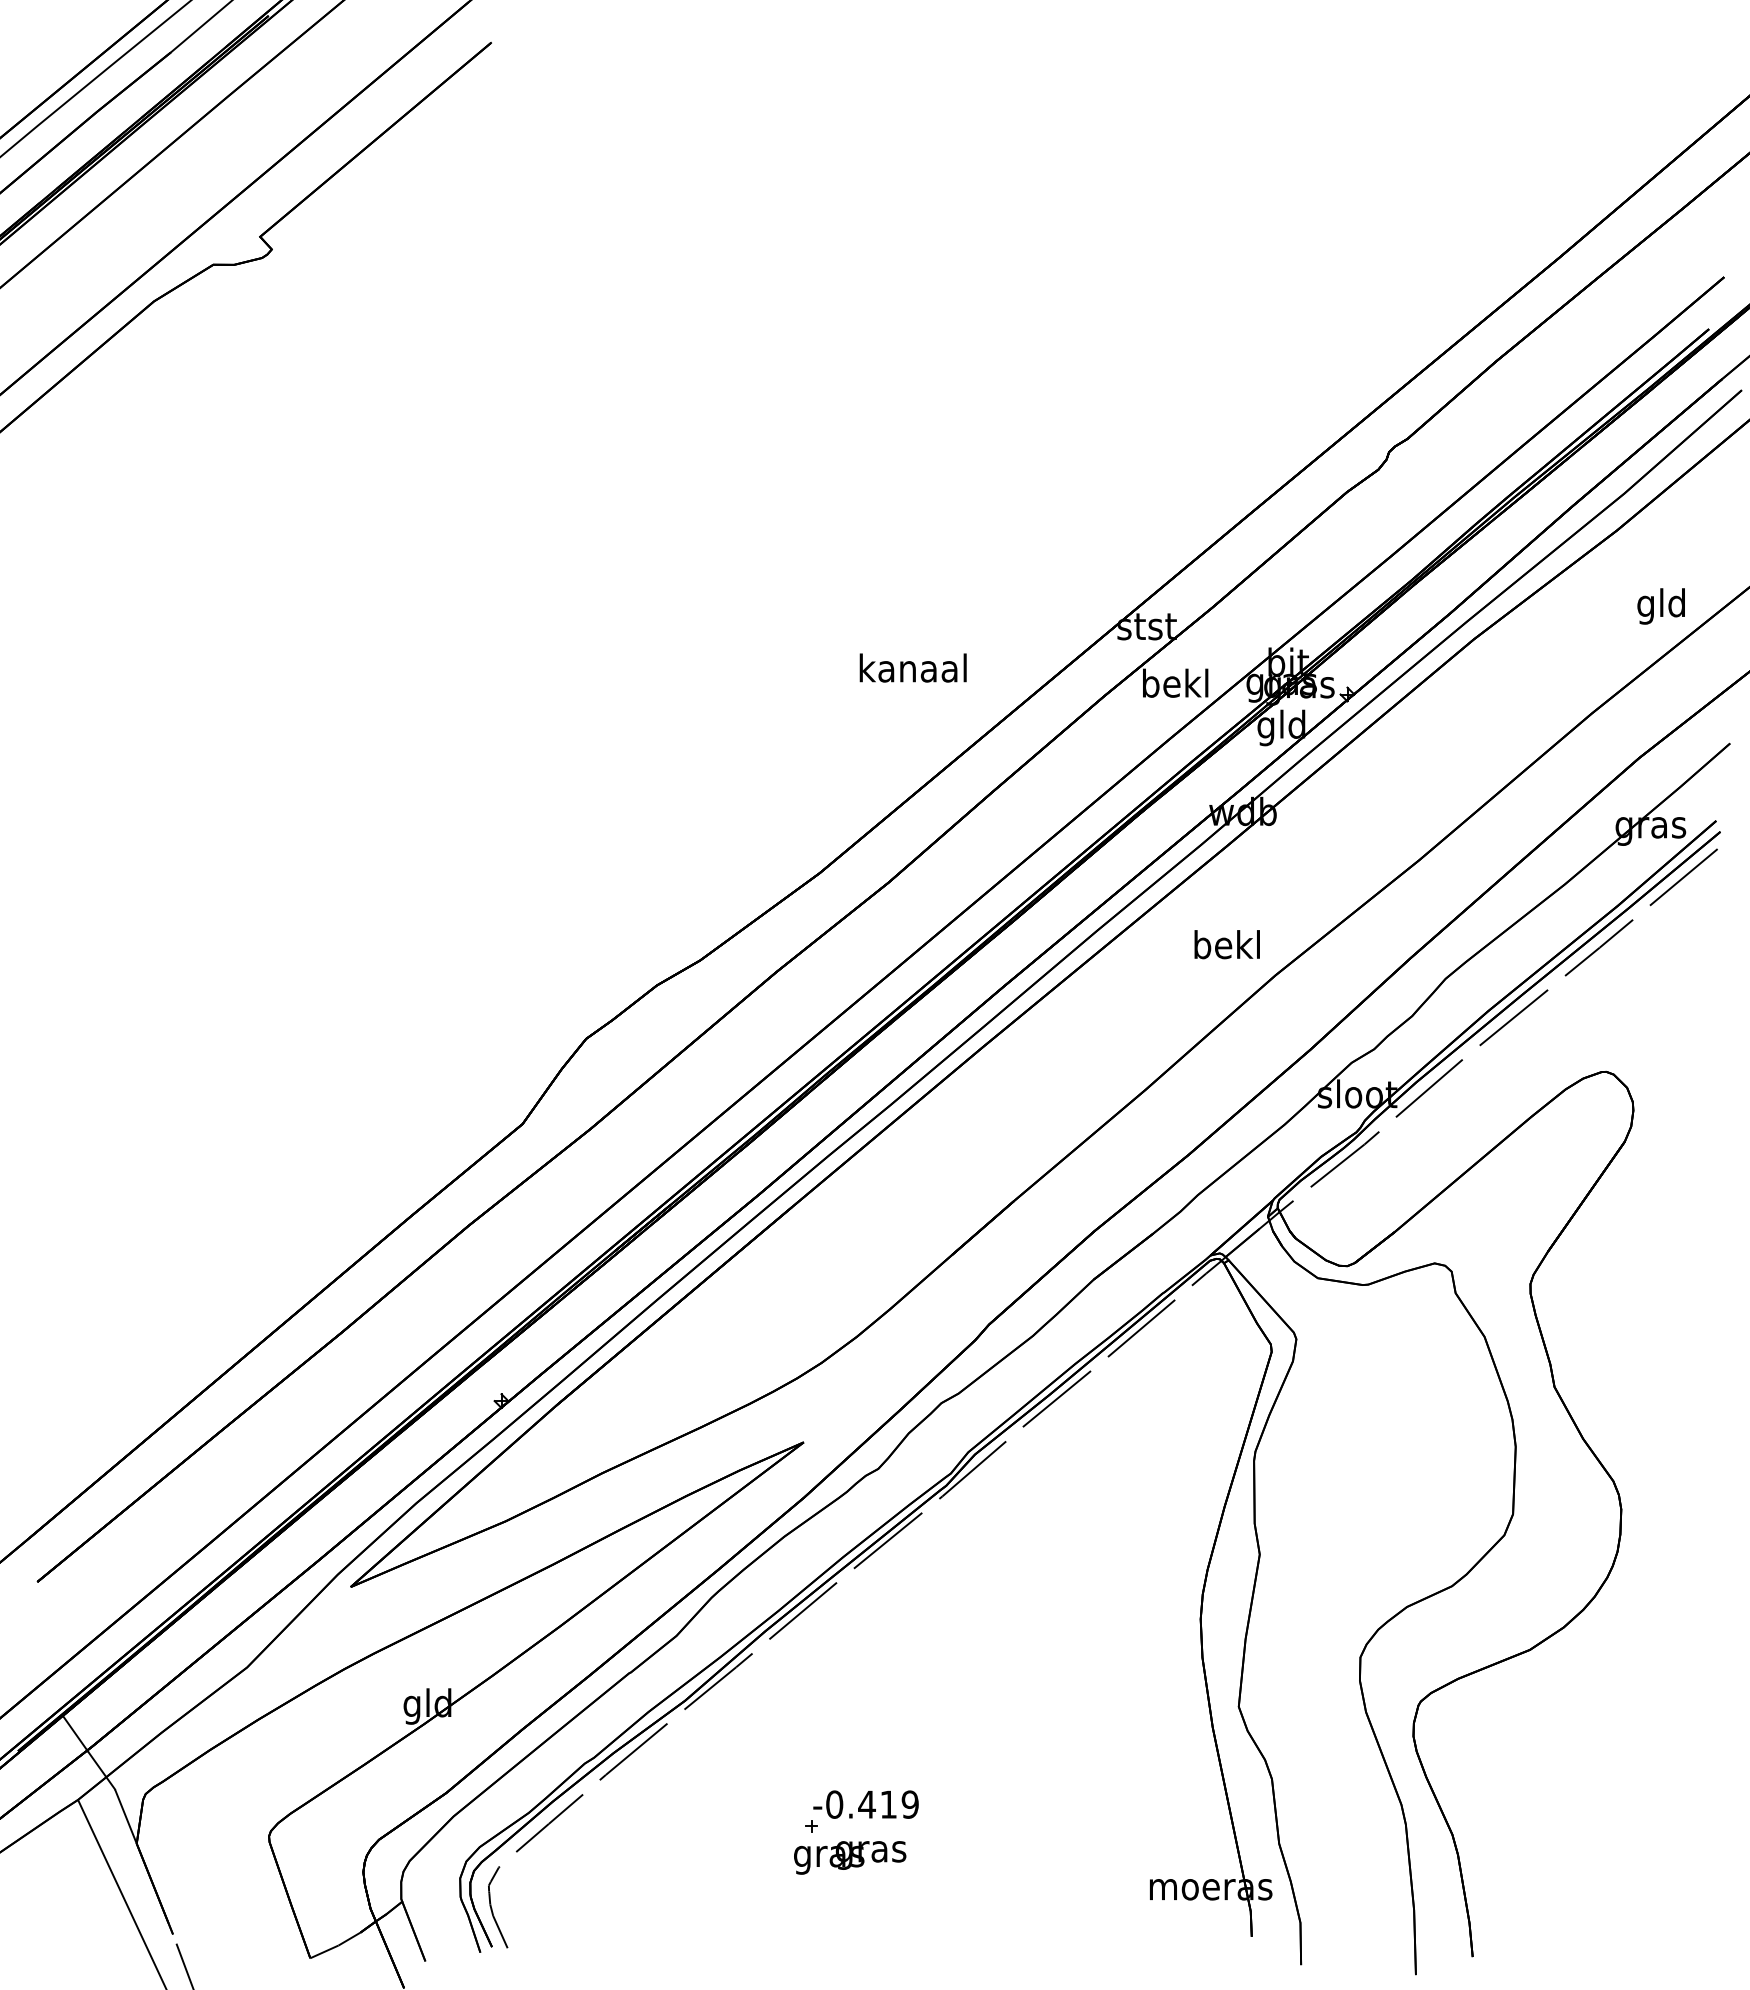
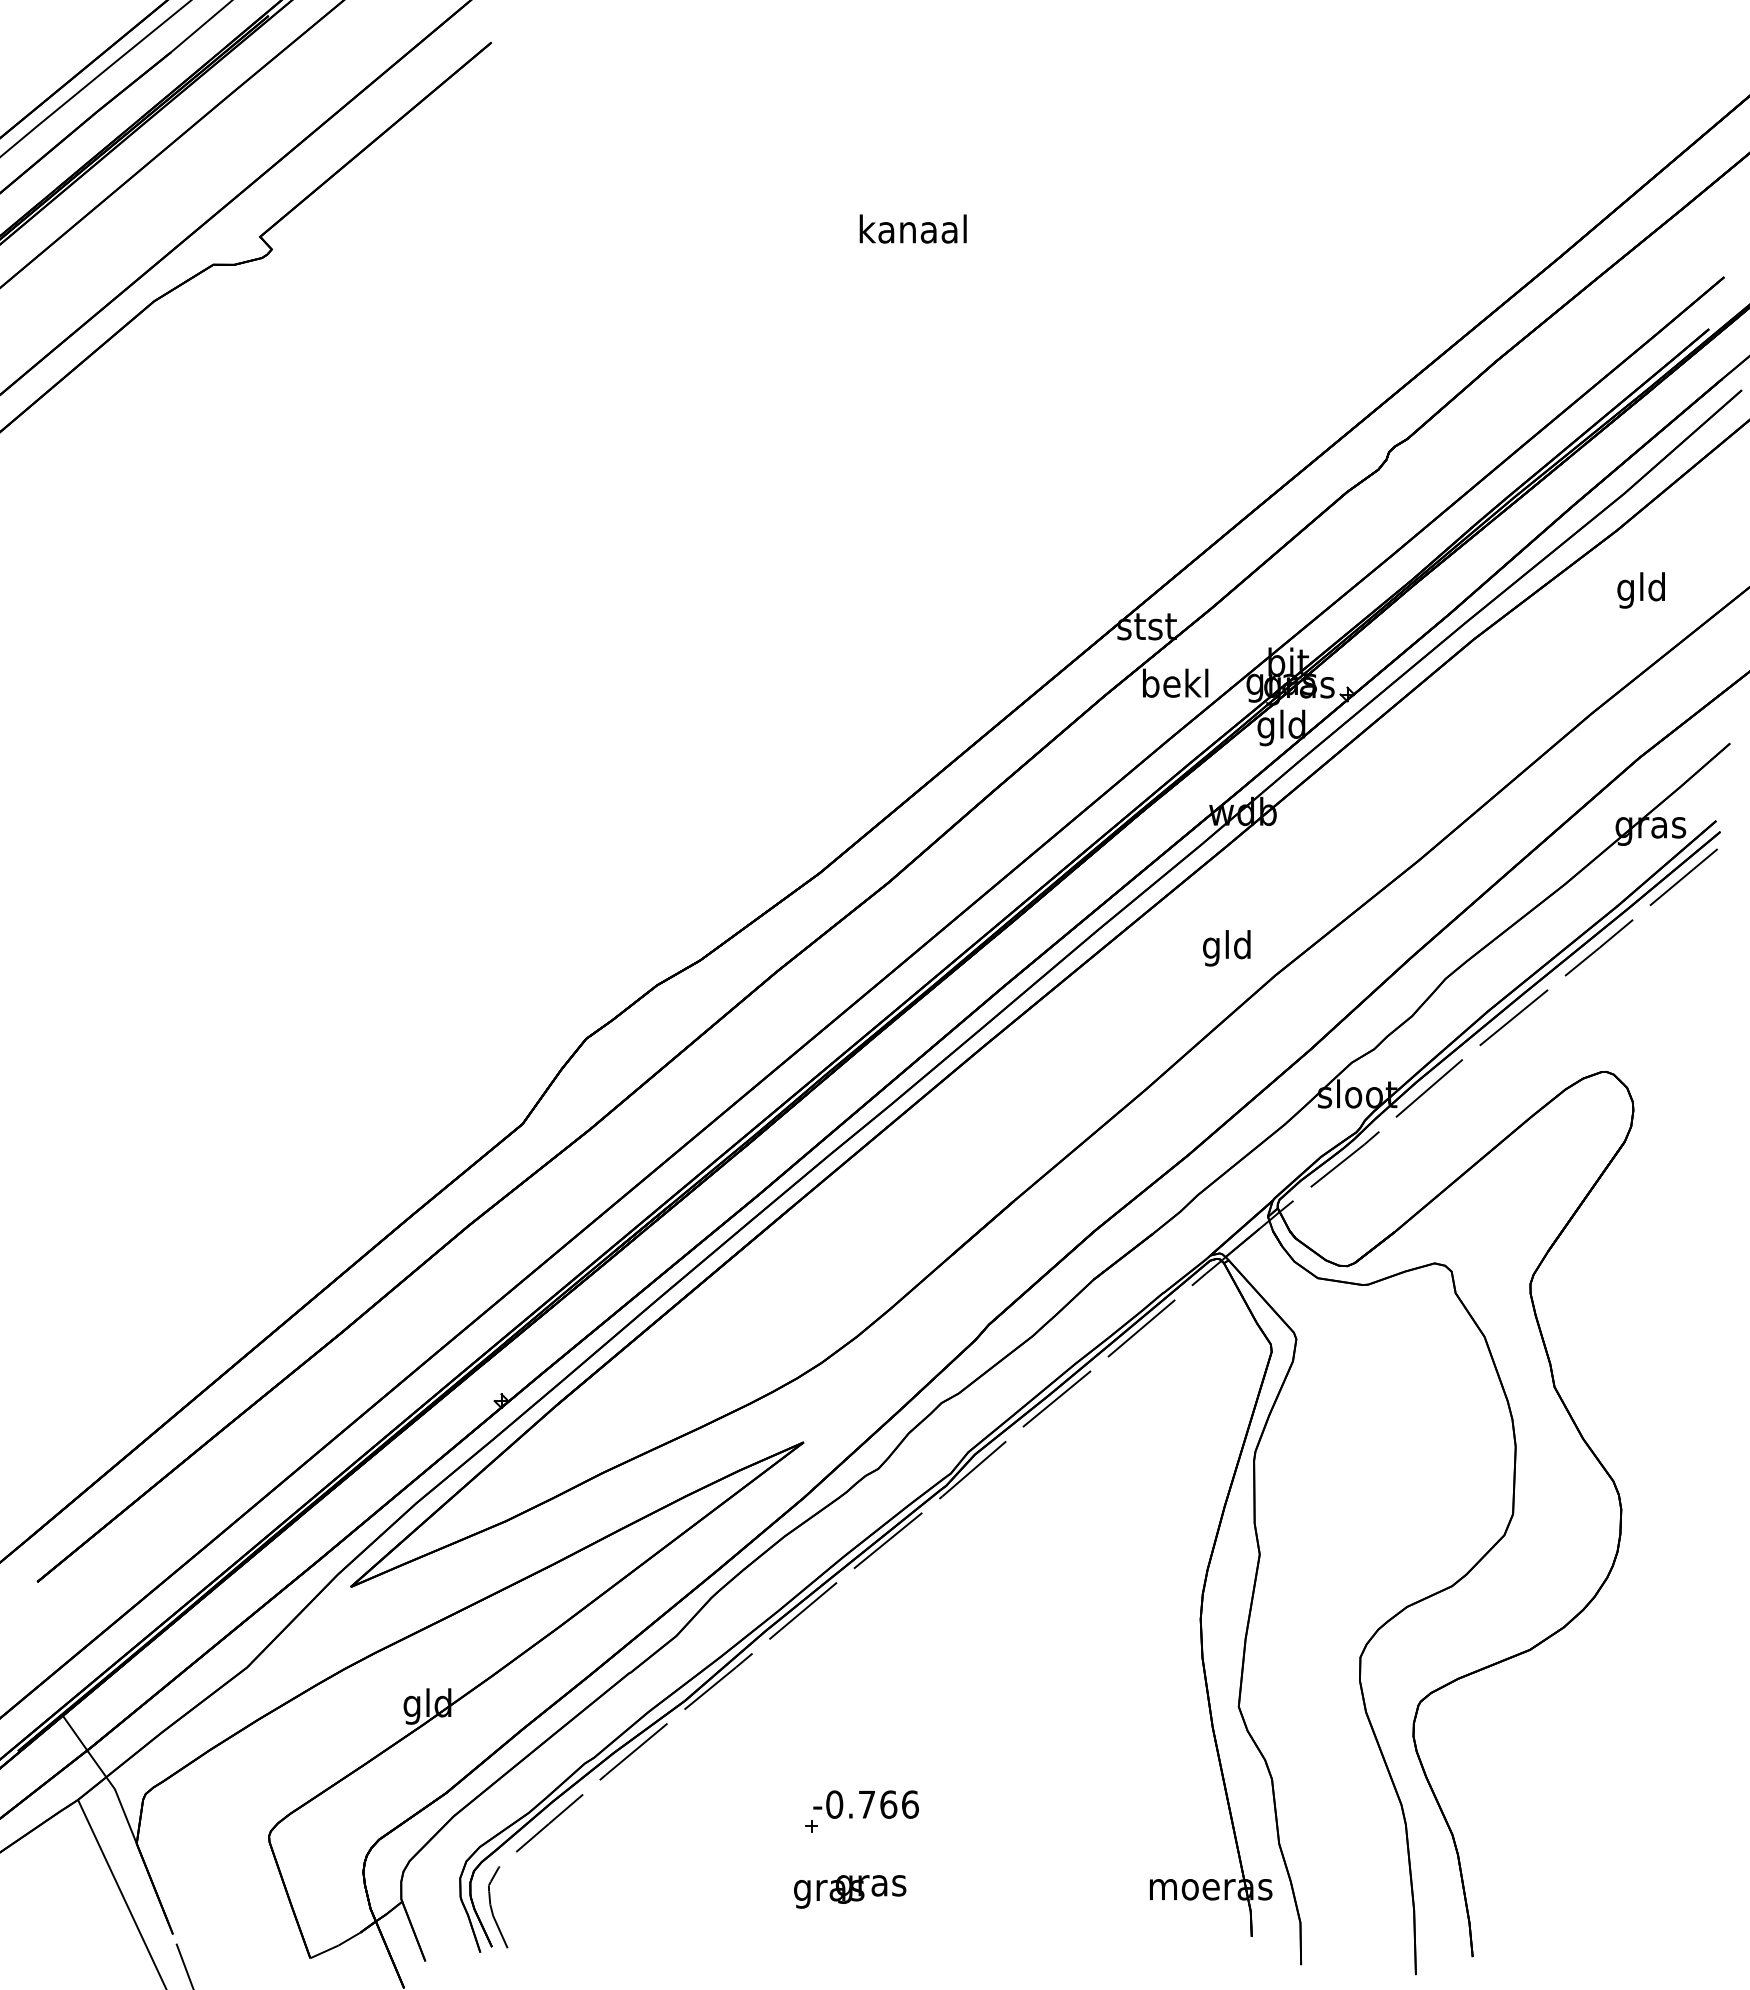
text at (1660, 606) position: (1660, 606) -> (1640, 590)
text at (912, 667) position: (912, 667) -> (912, 228)
text at (1226, 948): bekl -> gld
text at (888, 1804): -0.419 -> -0.766
text at (850, 1857) position: (850, 1857) -> (850, 1891)
